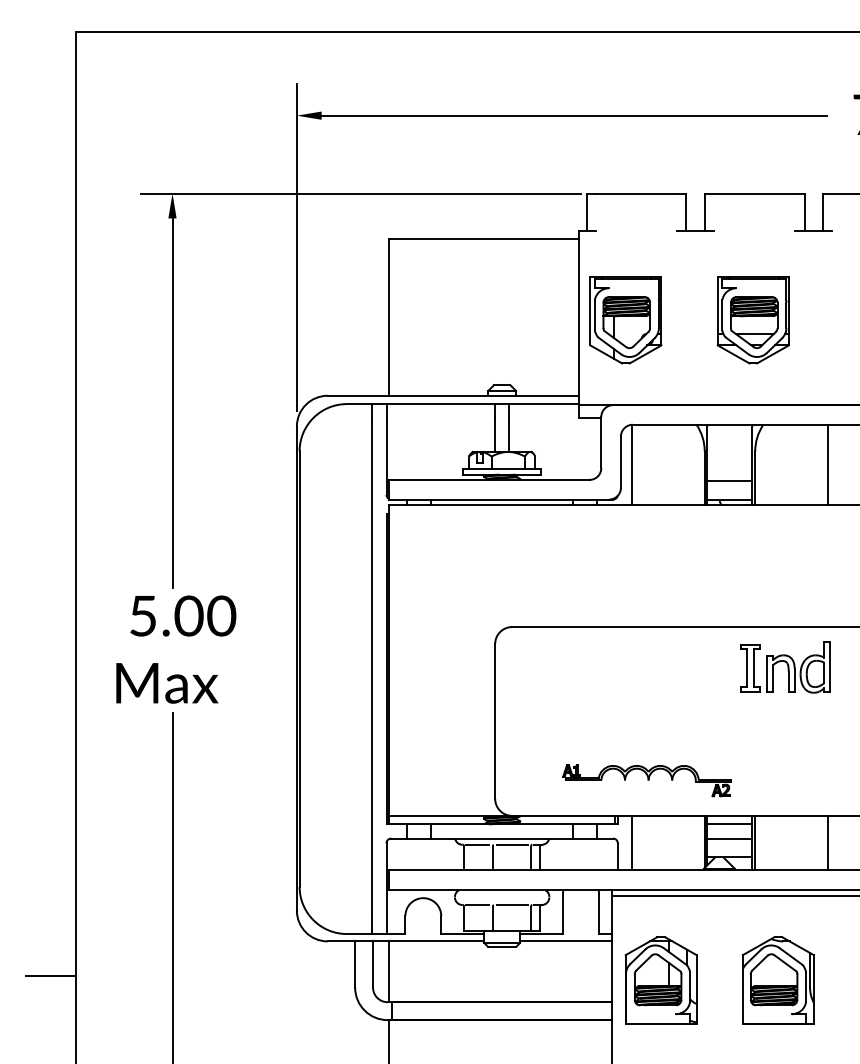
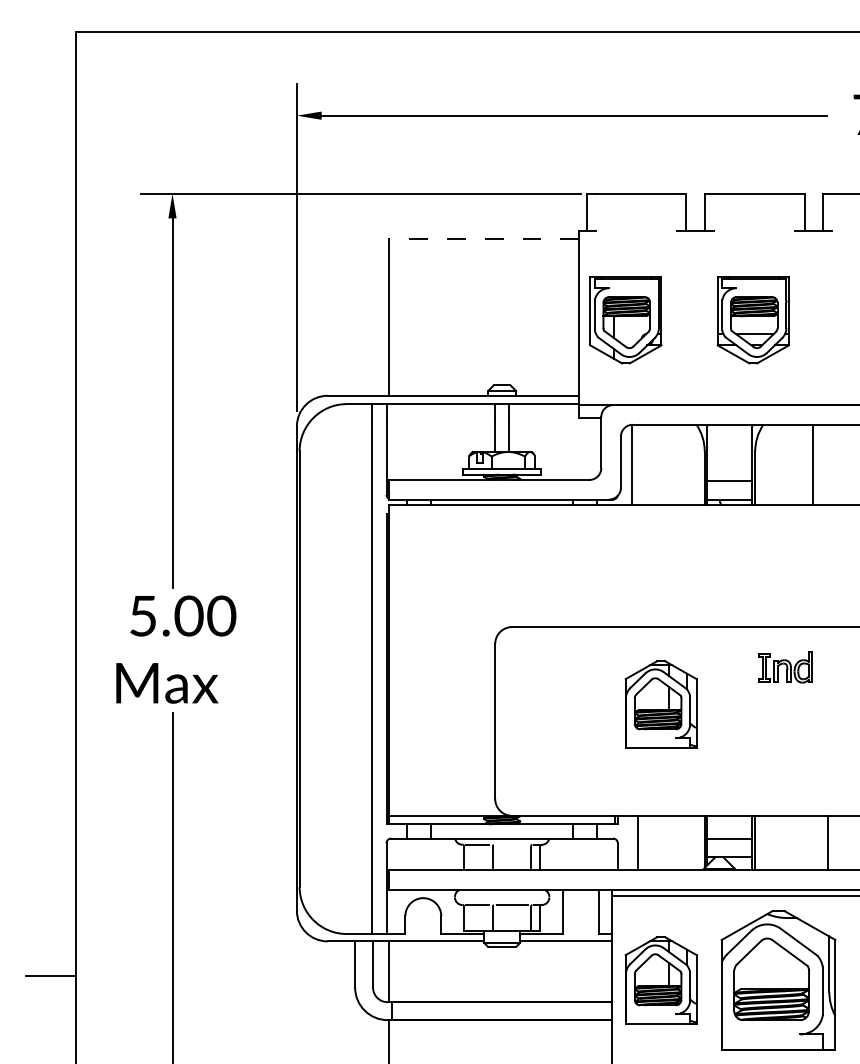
line at (483, 238): solid -> dashed
line at (827, 464) position: (827, 464) -> (812, 464)
part at (785, 667) size: 91x53 px -> 55x33 px
part at (660, 704): none -> present
part at (646, 780): present -> none
line at (729, 824): present -> none
line at (632, 842) position: (632, 842) -> (638, 842)
line at (512, 844): present -> none
part at (777, 980) size: 74x89 px -> 117x141 px
